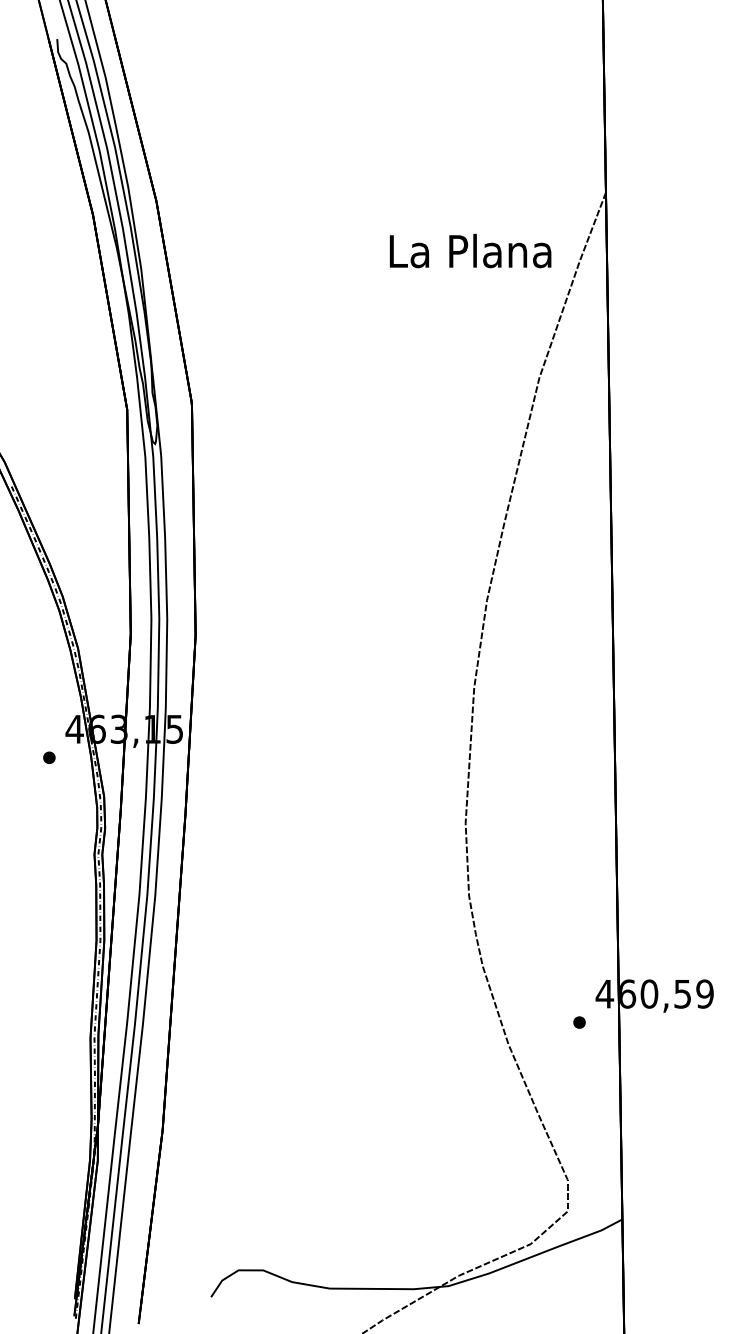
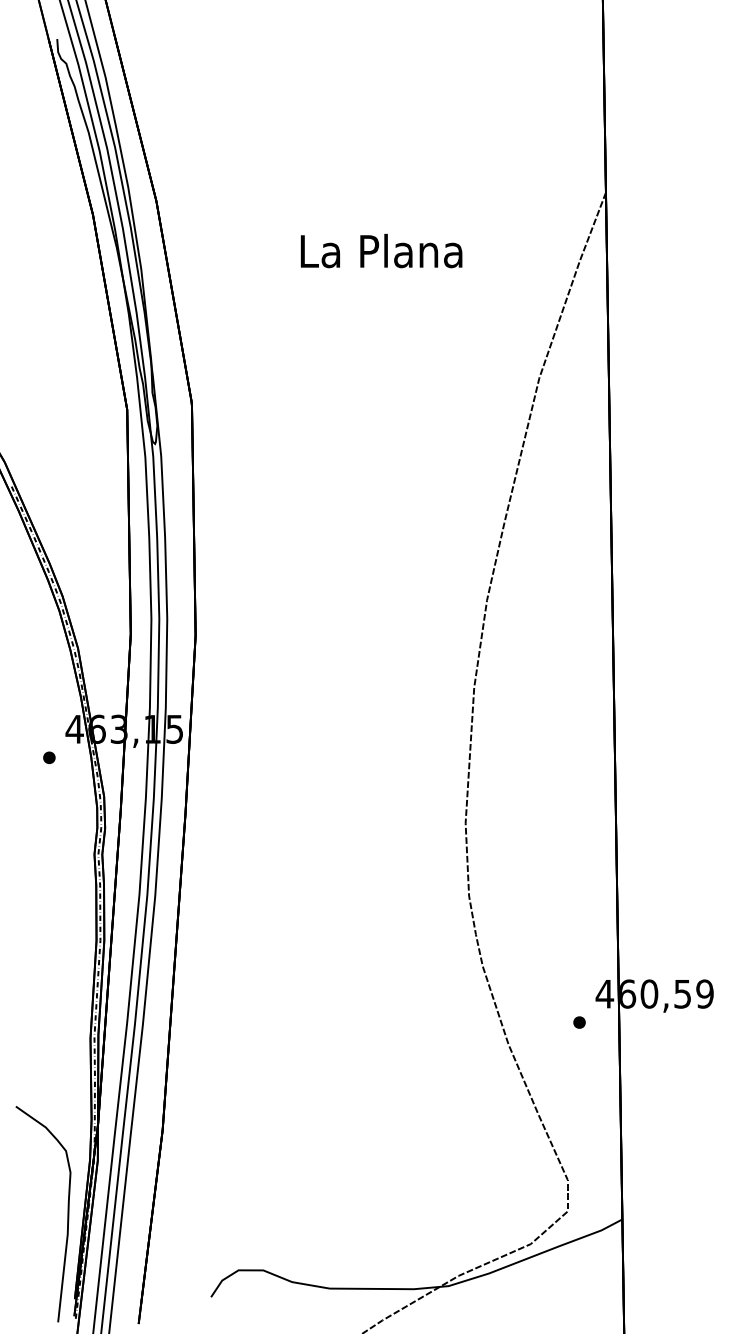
text at (470, 251) position: (470, 251) -> (381, 251)
curve at (67, 1214): none -> present
